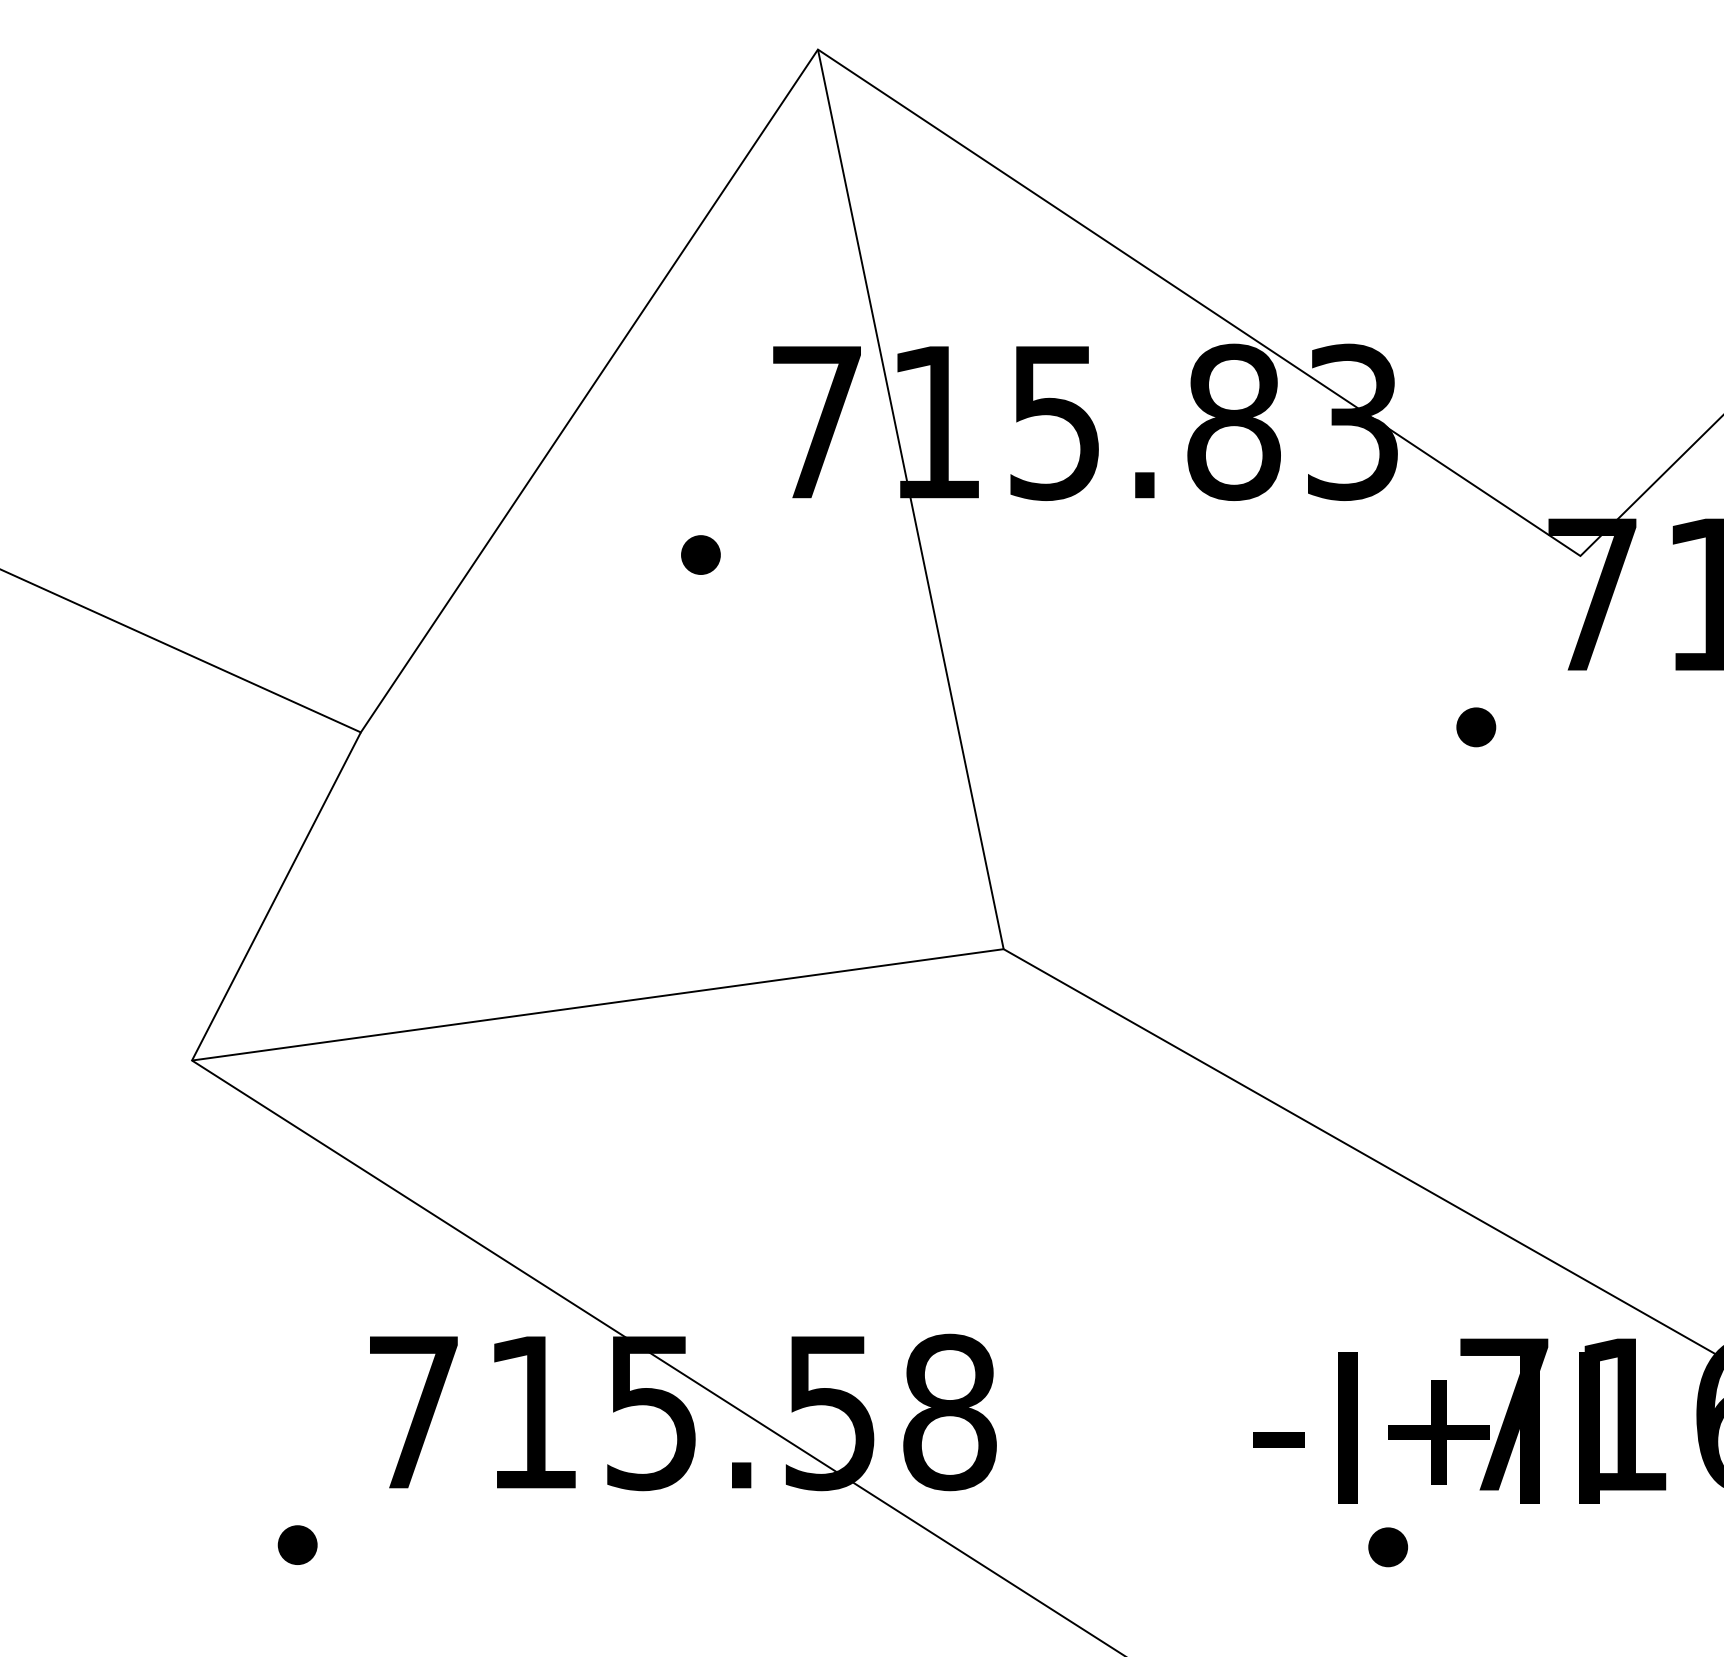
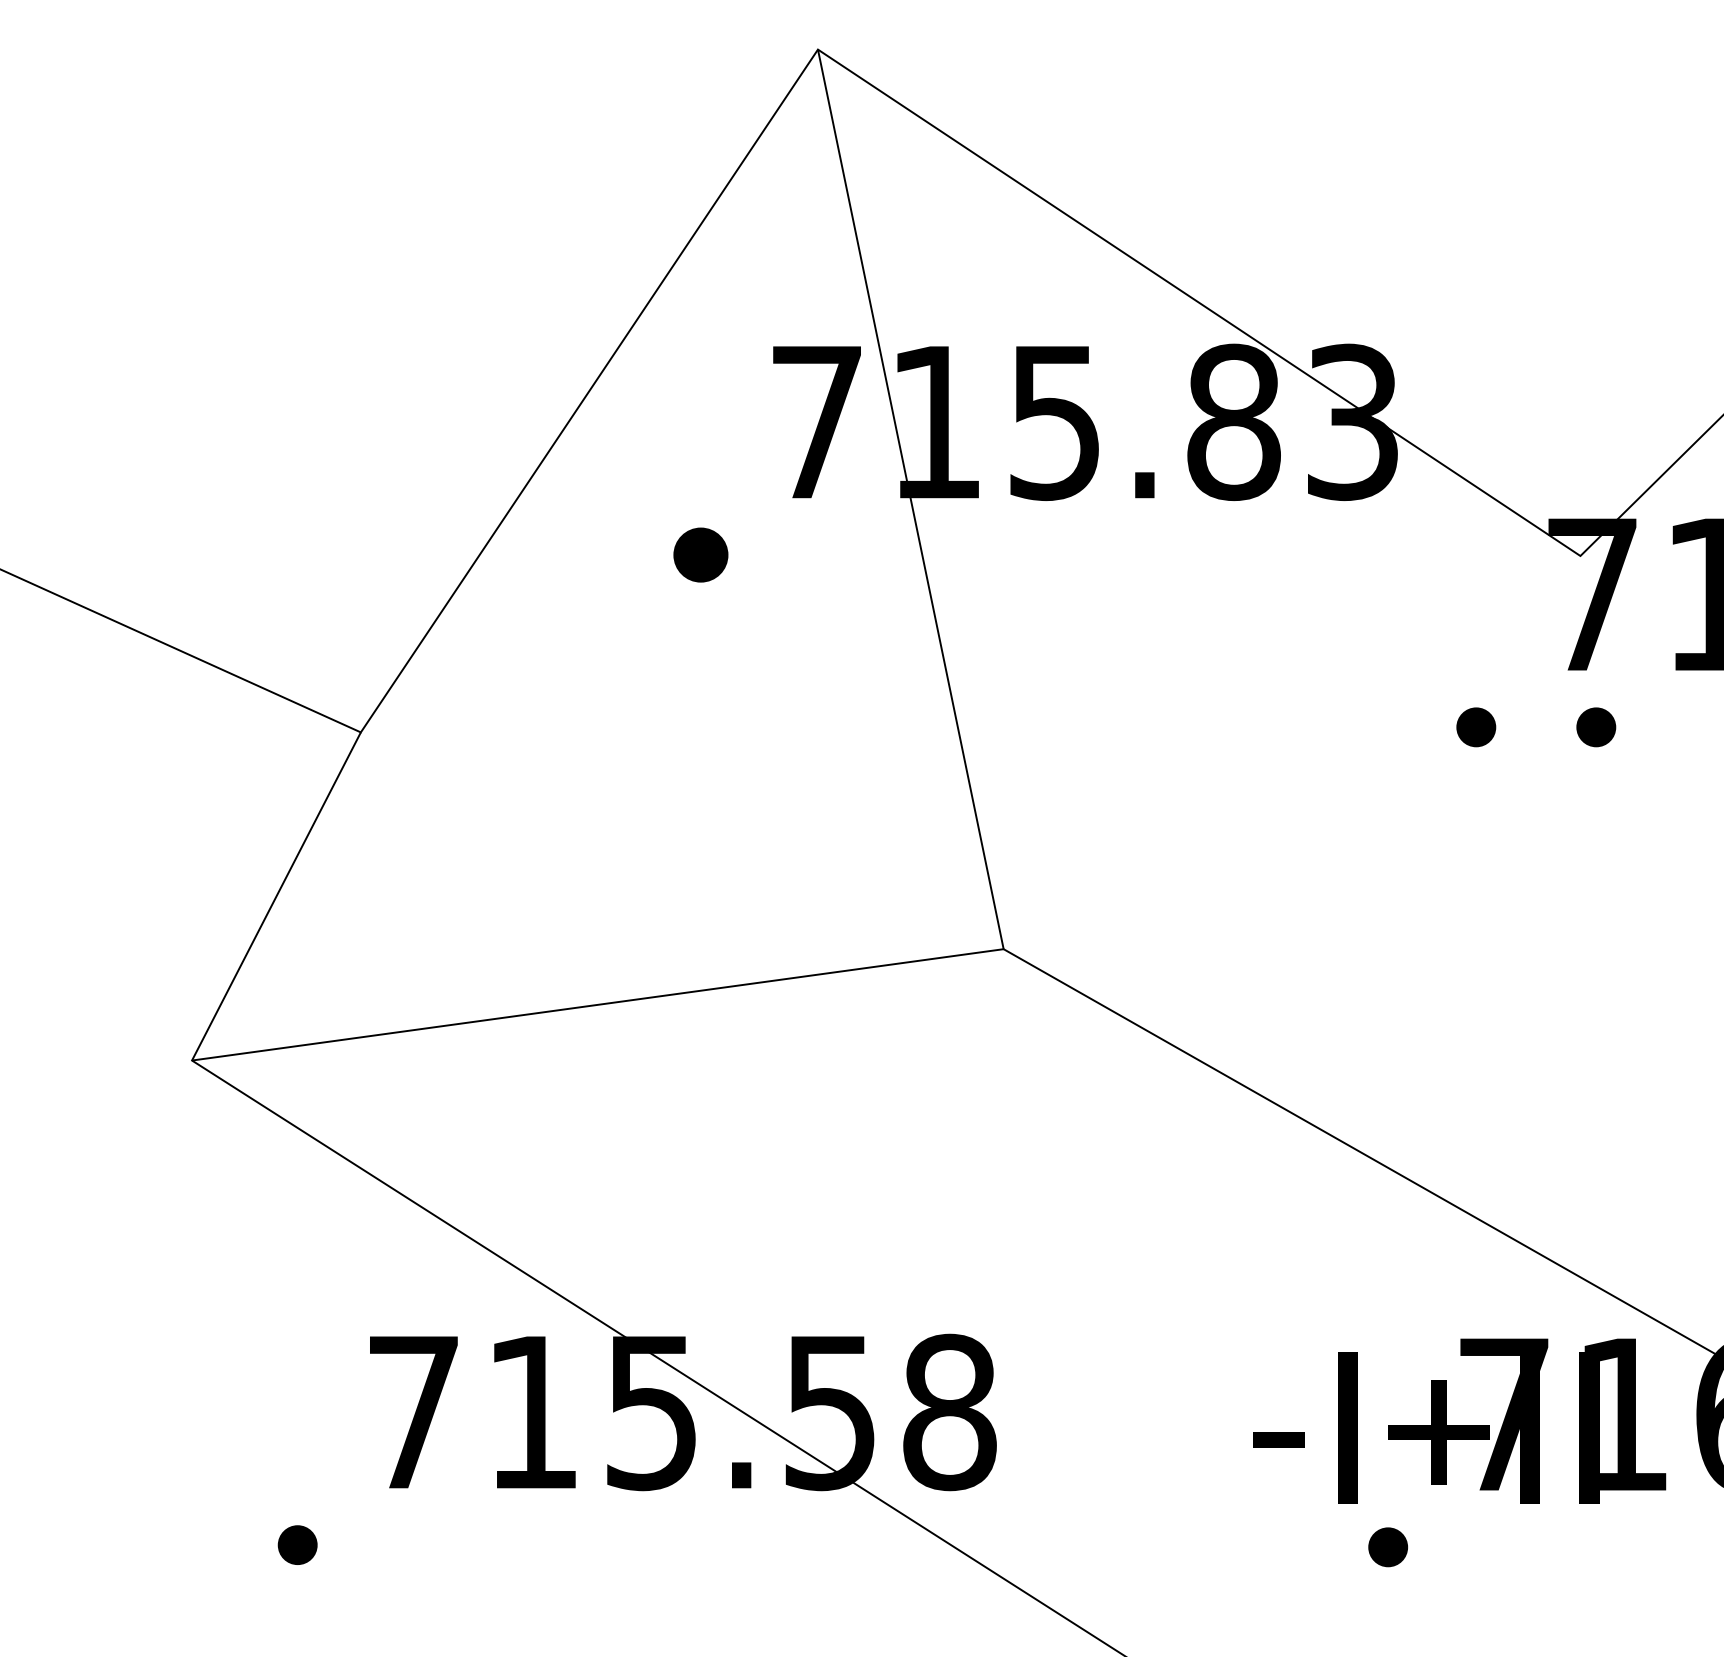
part at (700, 554) size: 40x40 px -> 56x56 px
part at (1596, 727): none -> present
